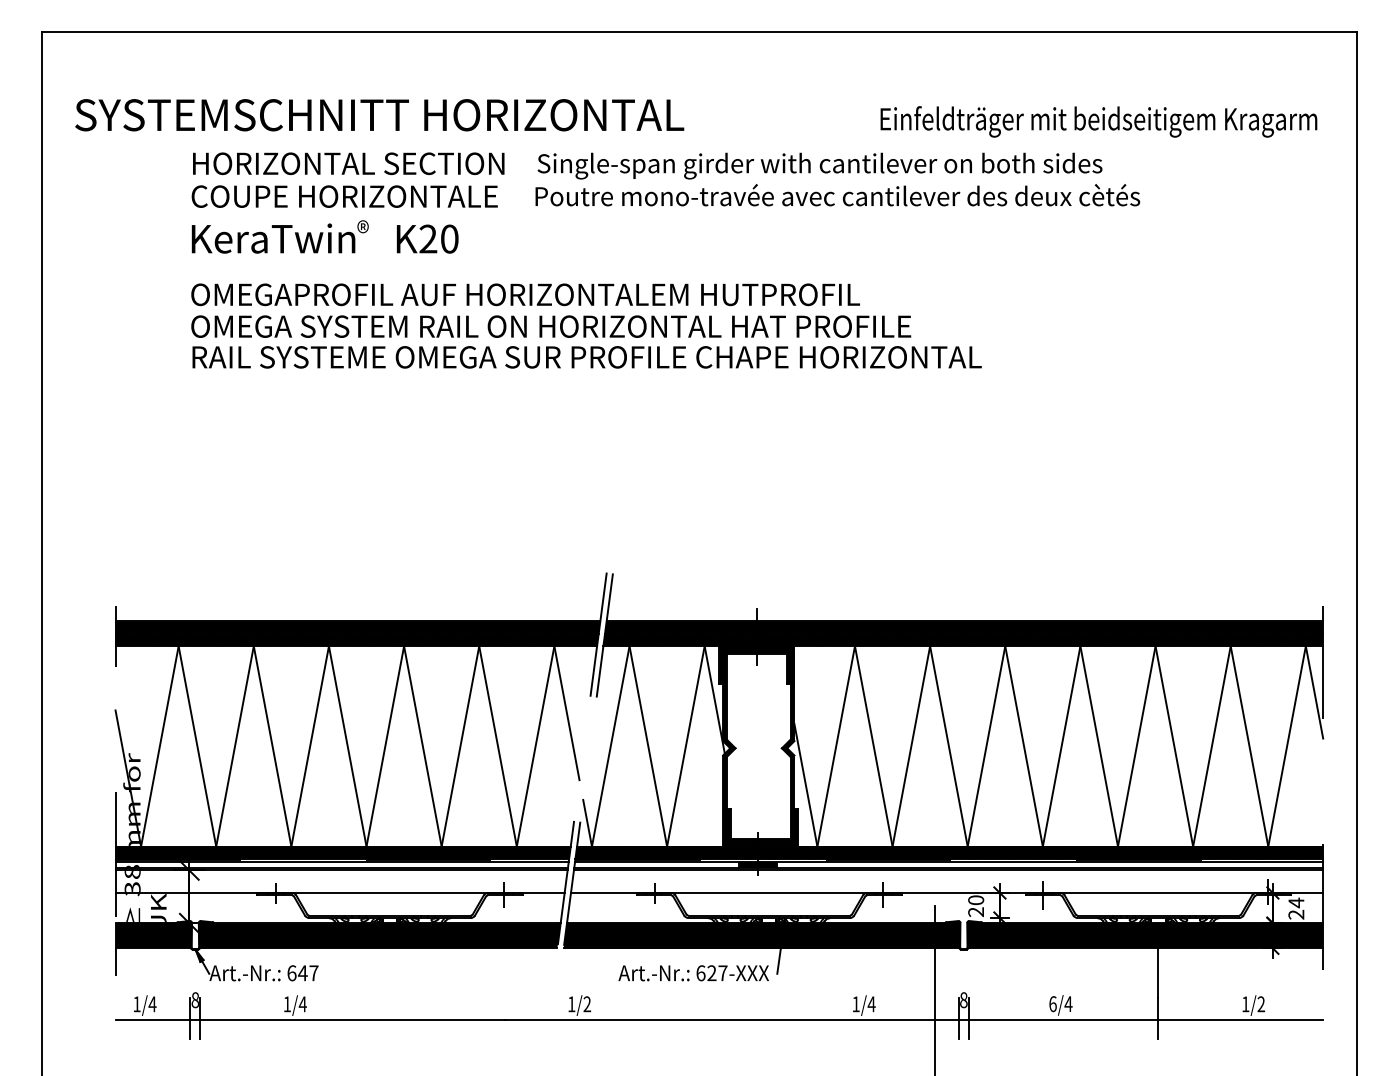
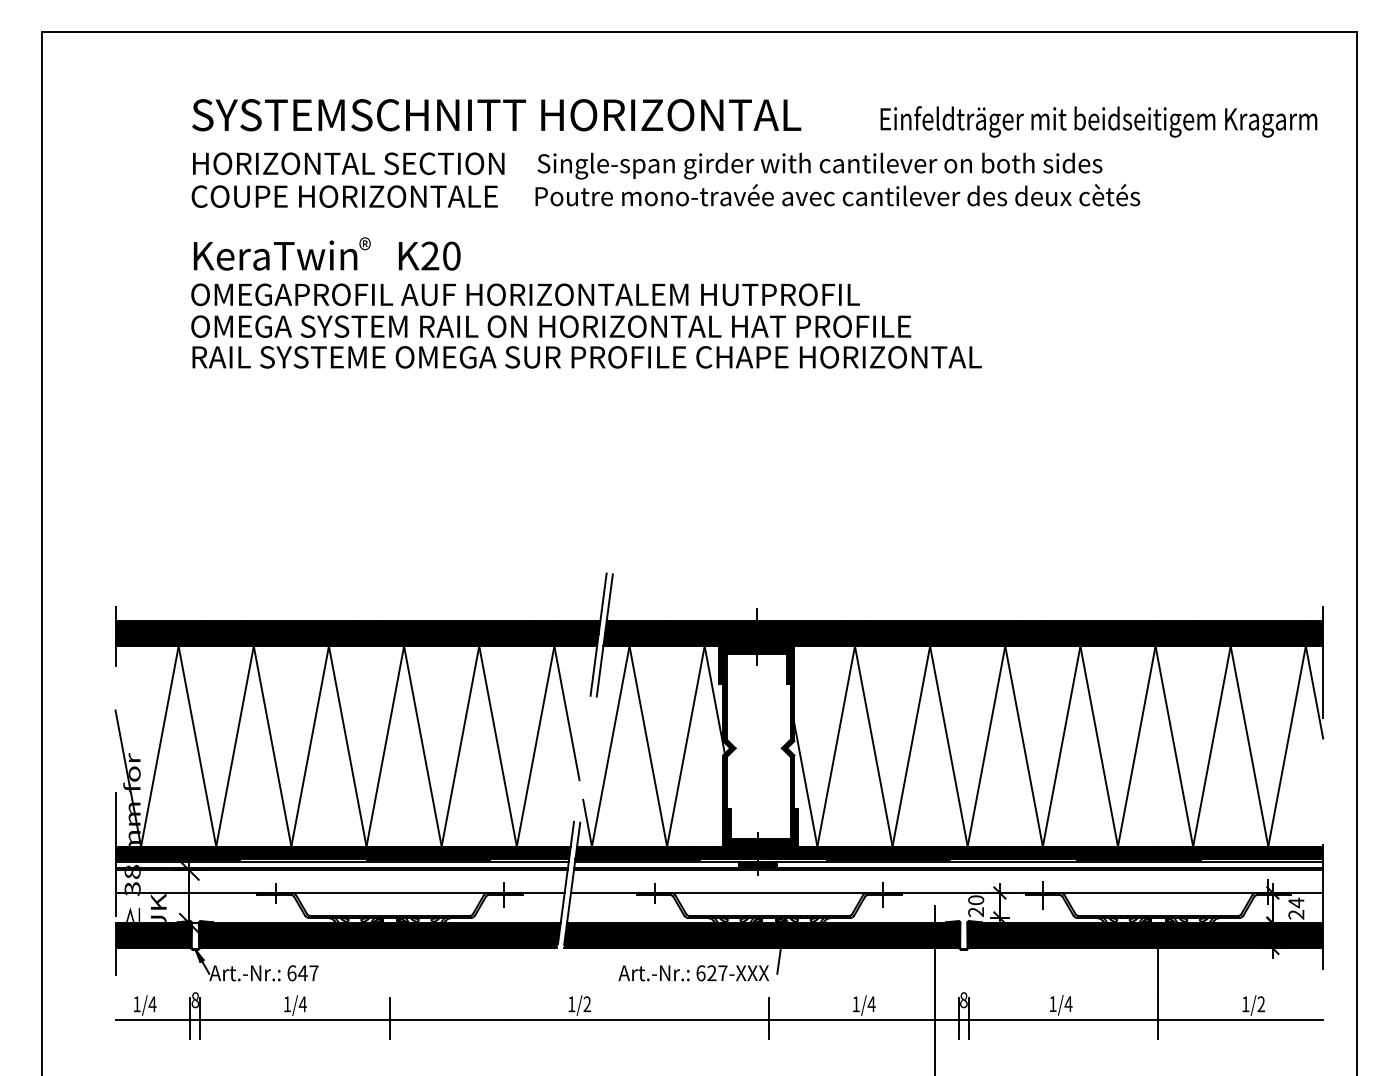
text at (379, 115) position: (379, 115) -> (496, 115)
text at (324, 236) position: (324, 236) -> (326, 253)
text at (1052, 1004): 6/4 -> 1/4
line at (390, 1018): none -> present
line at (769, 1018): none -> present
